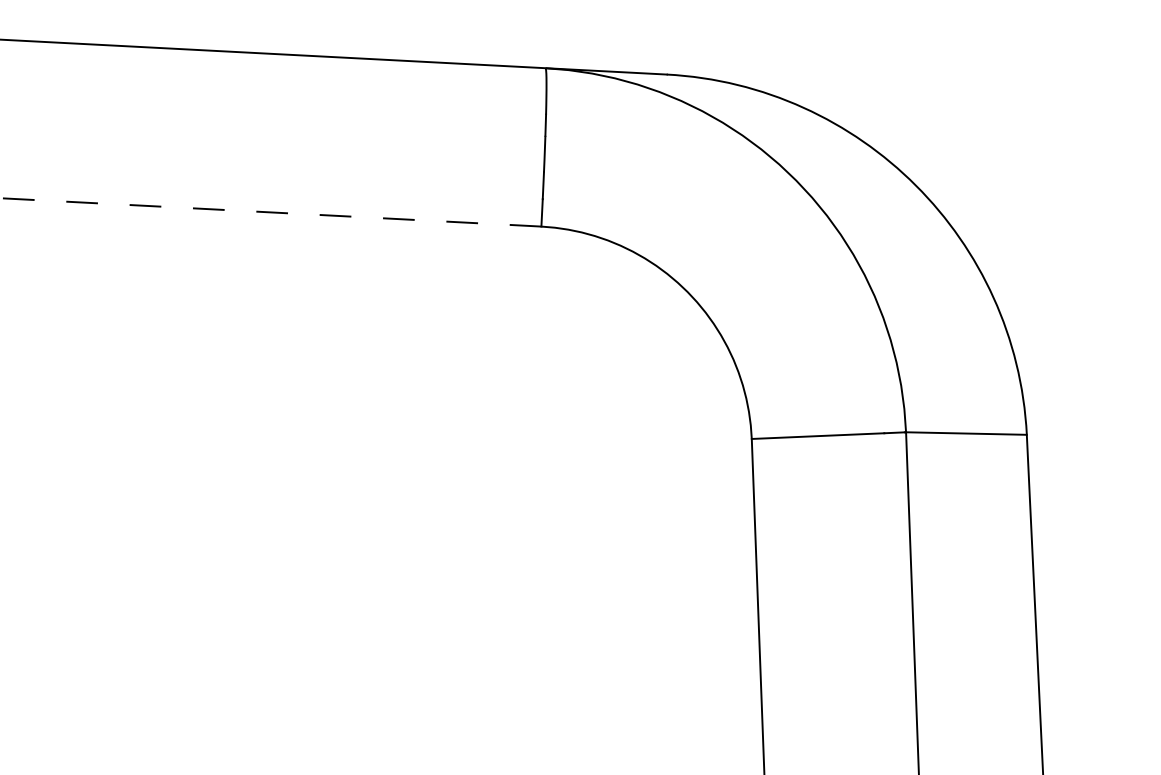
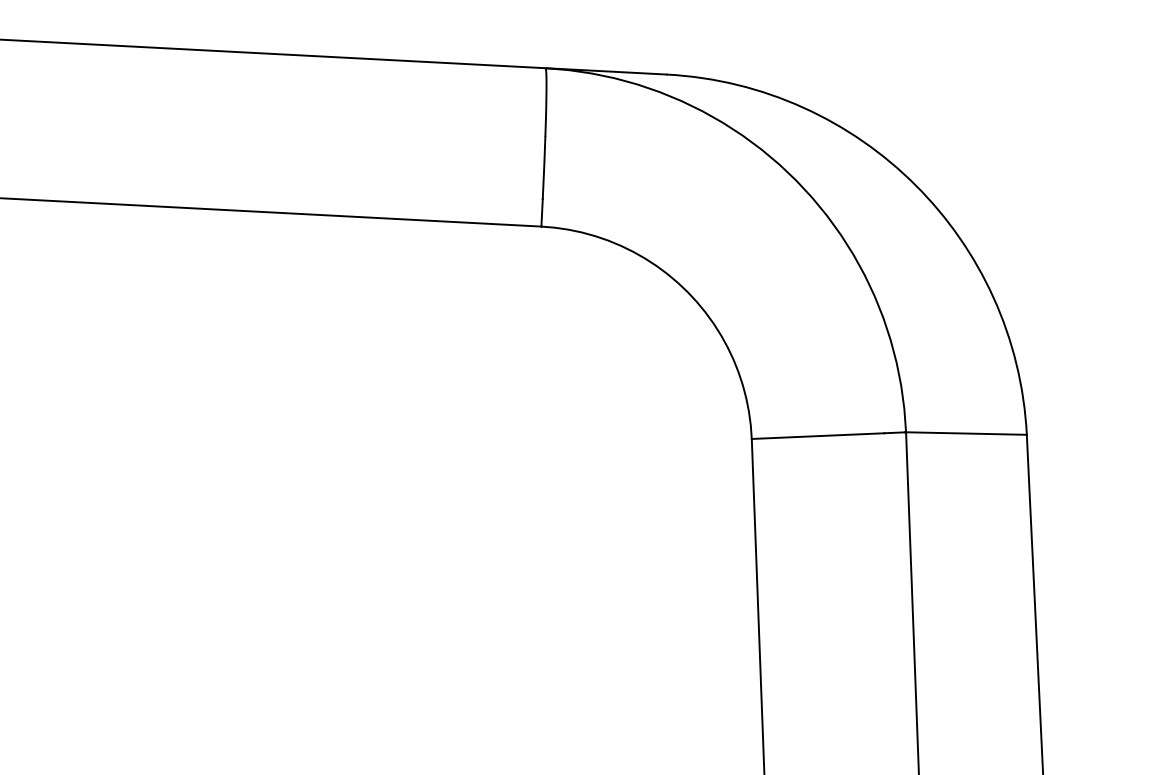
line at (270, 212): dashed -> solid
